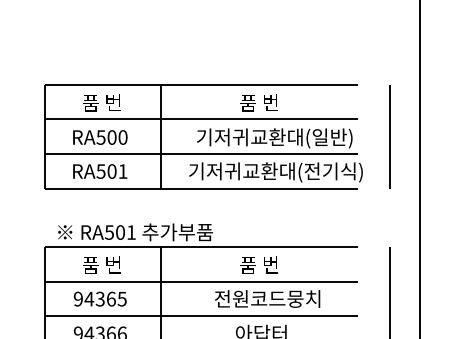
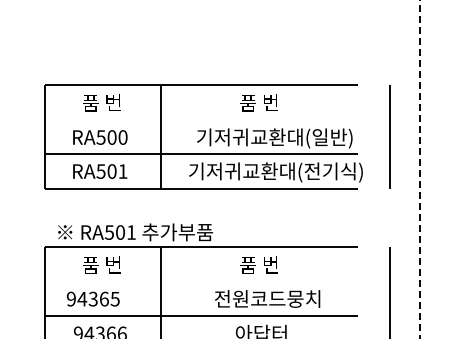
line at (216, 119): present -> none
line at (419, 169): solid -> dashed
line at (216, 281): present -> none
text at (99, 298) position: (99, 298) -> (92, 298)
